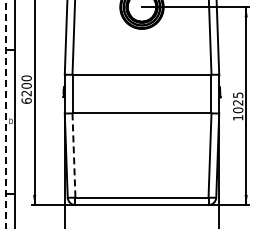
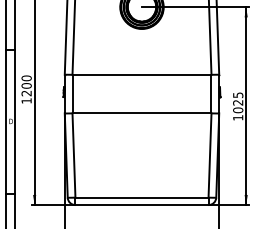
text at (26, 100): 6200 -> 1200
line at (6, 114): dashed -> solid
line at (73, 156): dashed -> solid
